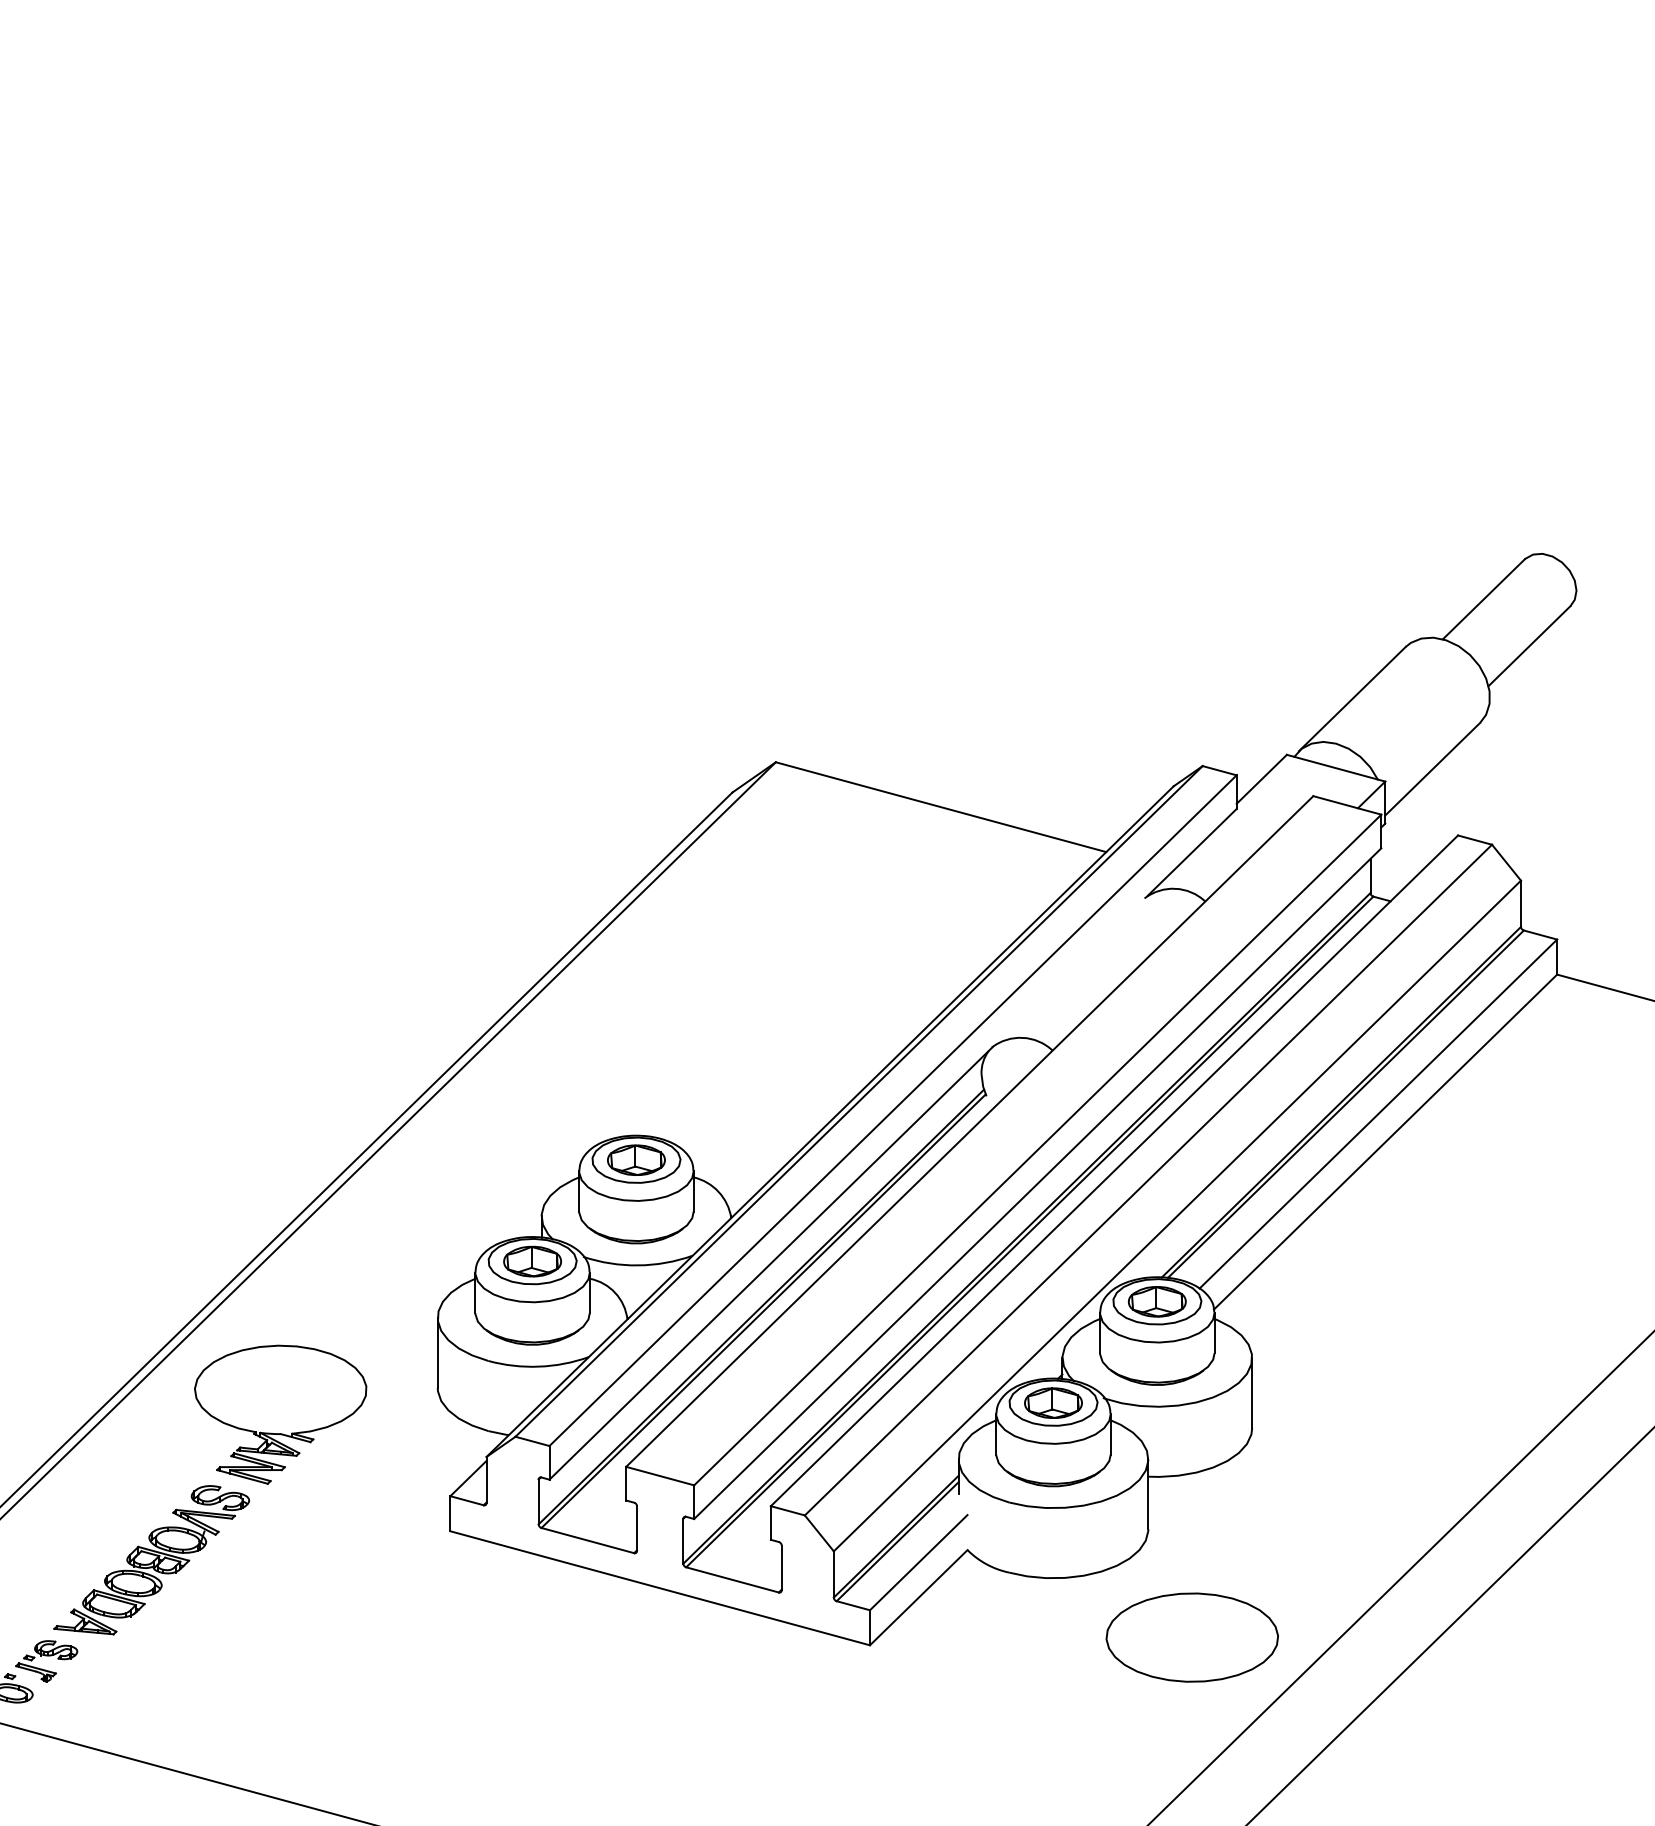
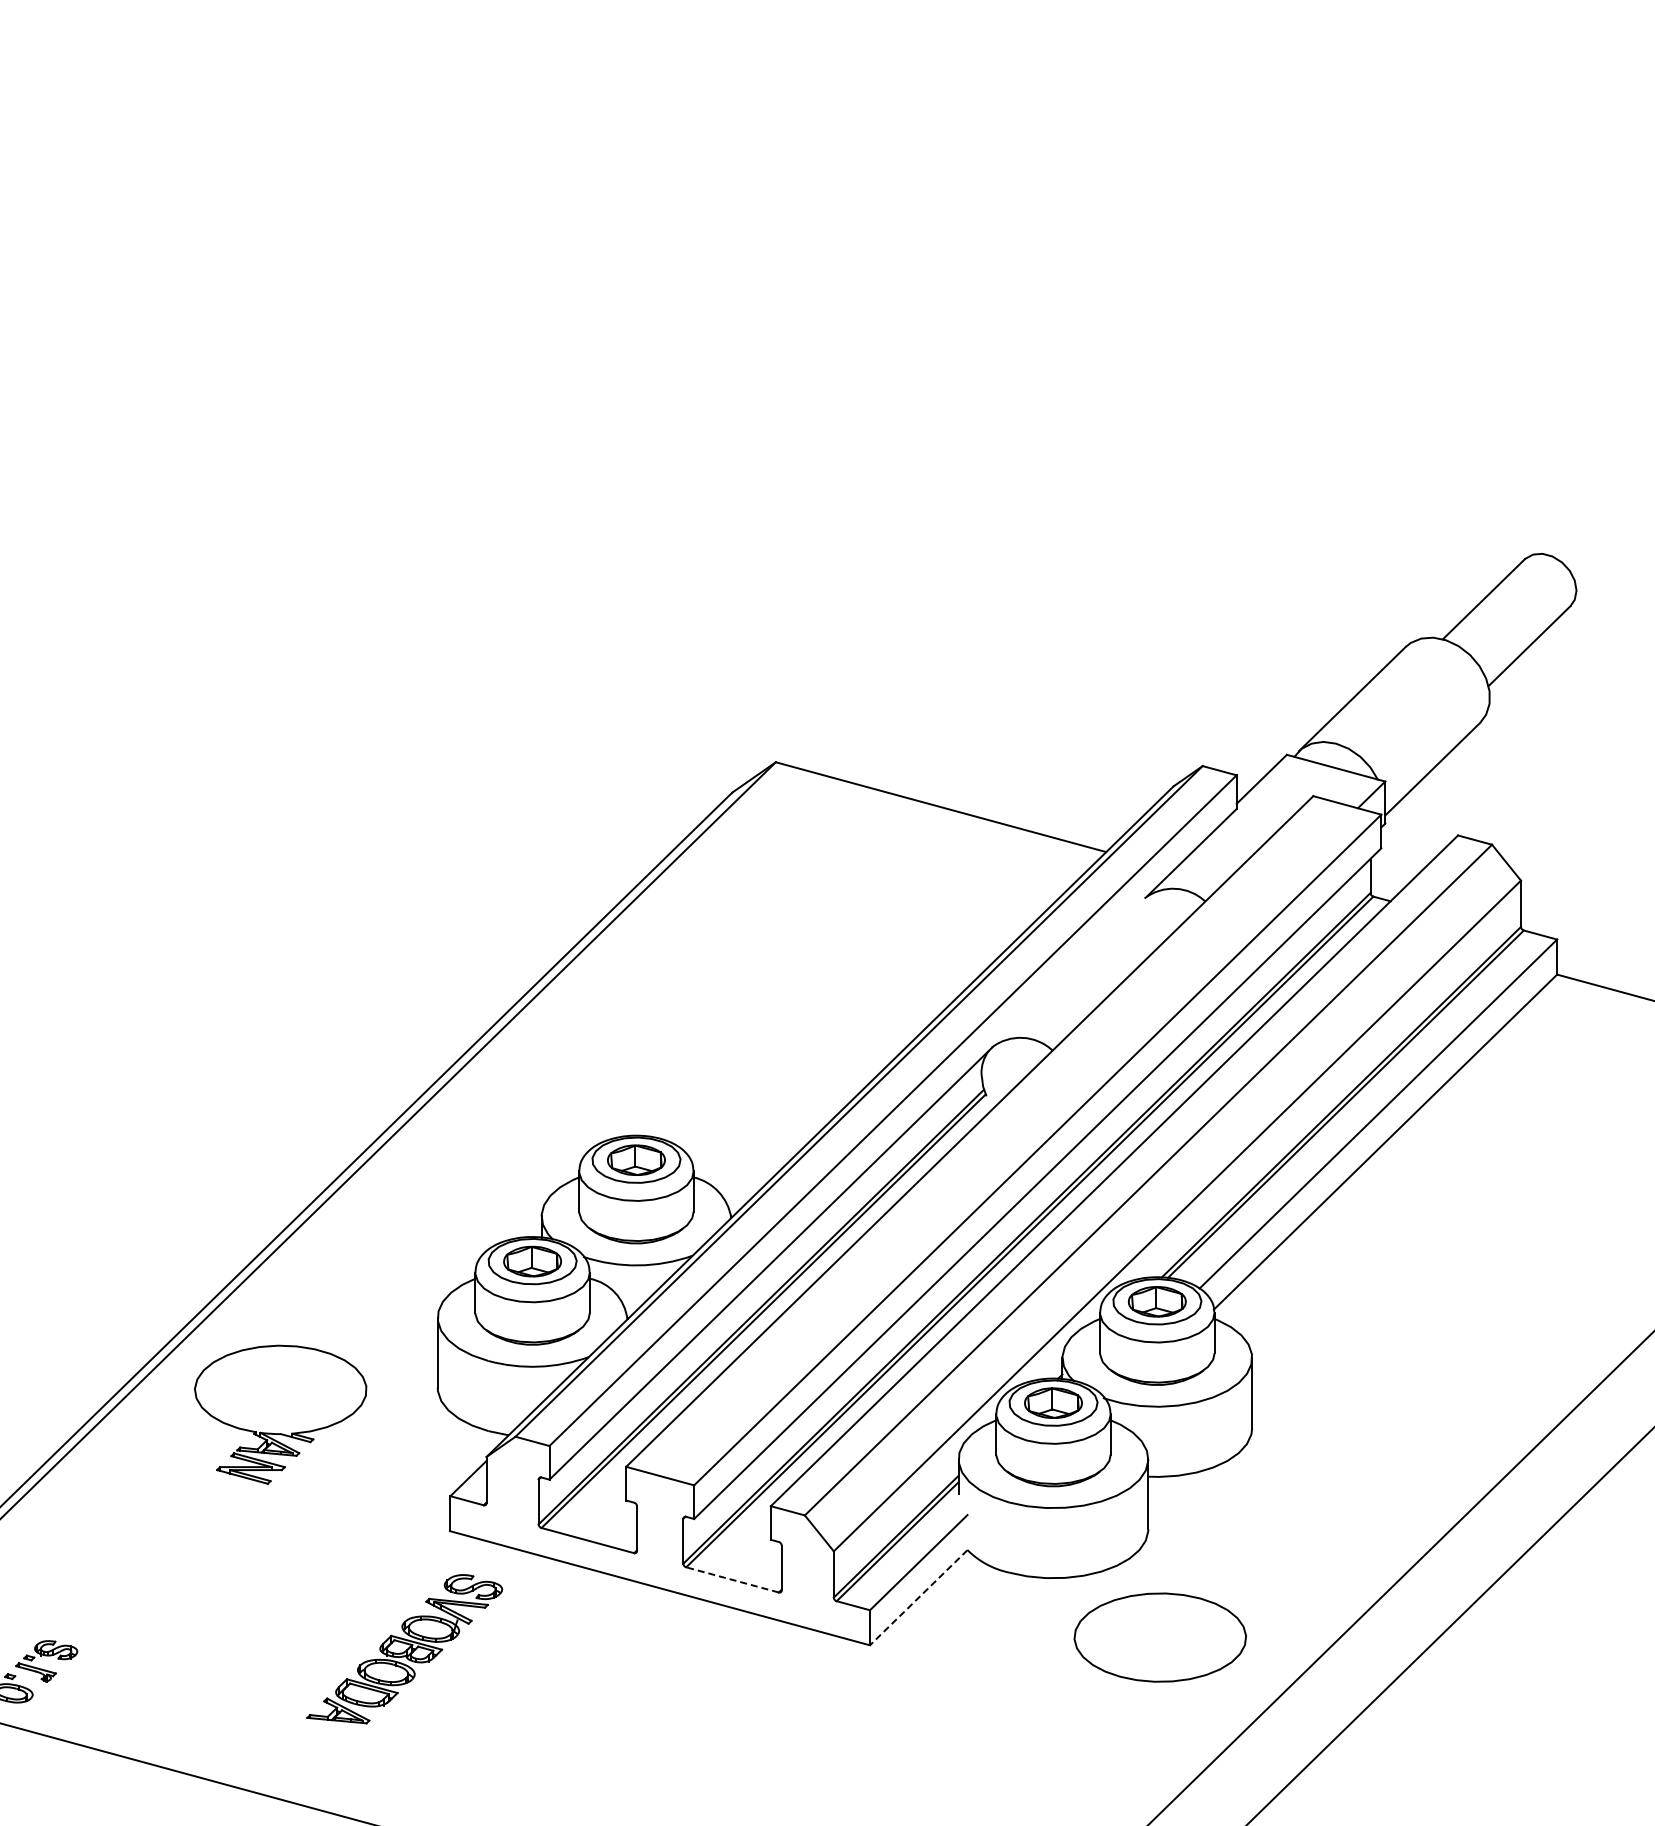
part at (151, 1560) position: (151, 1560) -> (404, 1649)
line at (732, 1579): solid -> dashed
line at (918, 1598): solid -> dashed
part at (1191, 1637) position: (1191, 1637) -> (1159, 1637)
